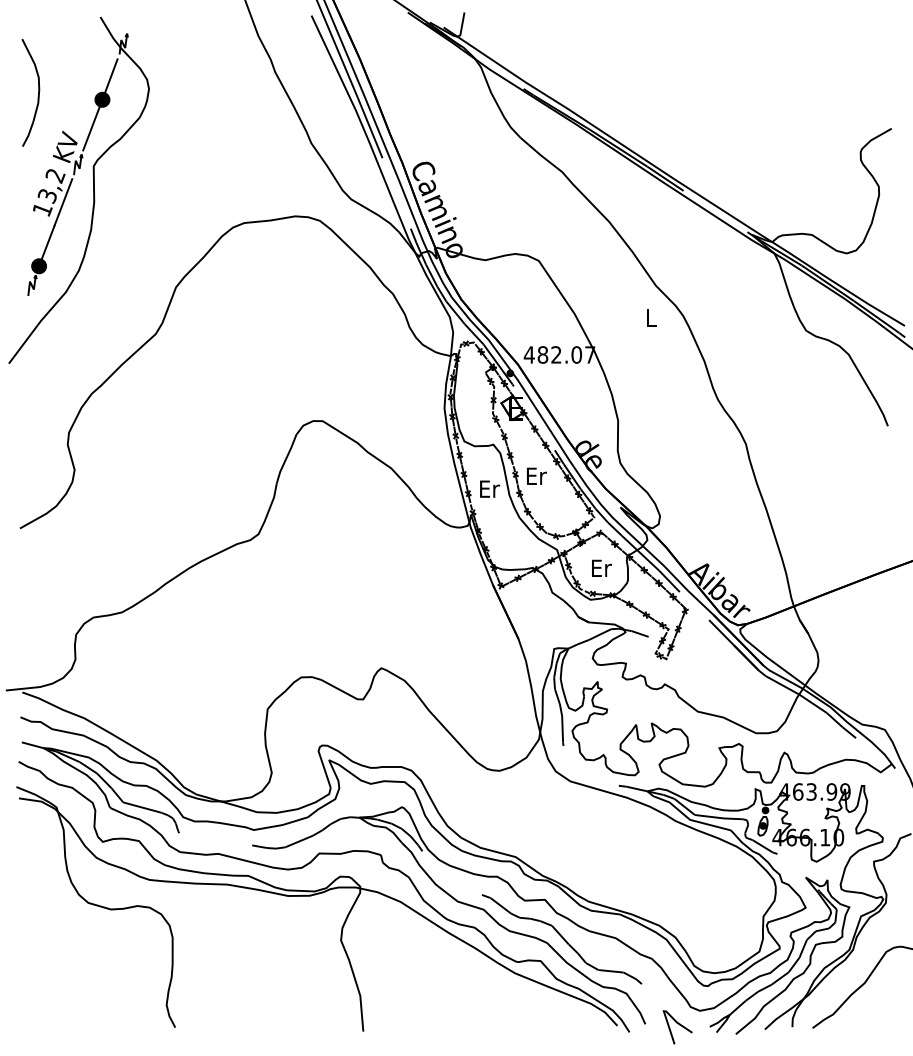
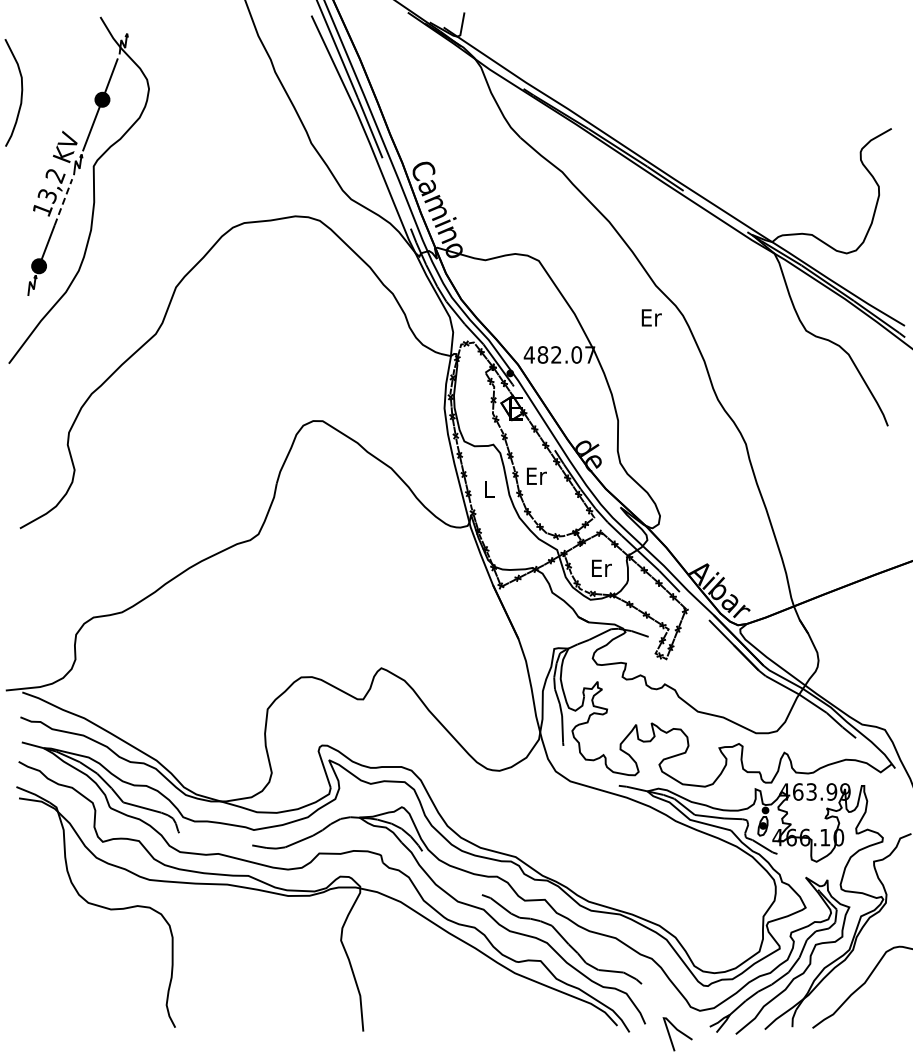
curve at (38, 92) position: (38, 92) -> (21, 92)
line at (63, 202): solid -> dashed
text at (651, 317): L -> Er
text at (490, 488): Er -> L
line at (679, 1025) position: (679, 1025) -> (679, 1032)
